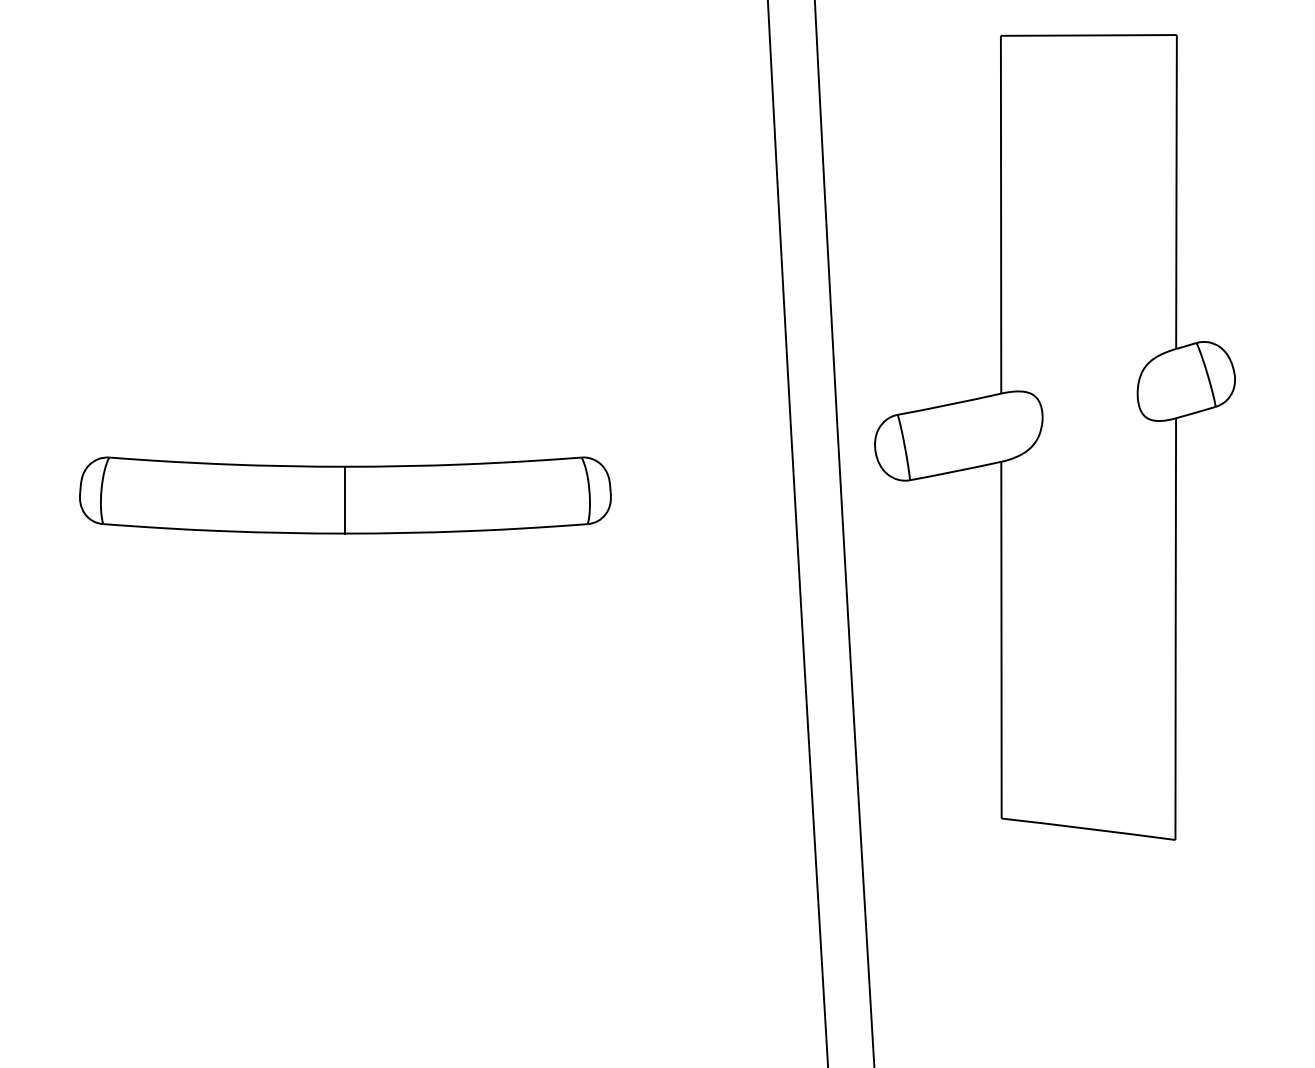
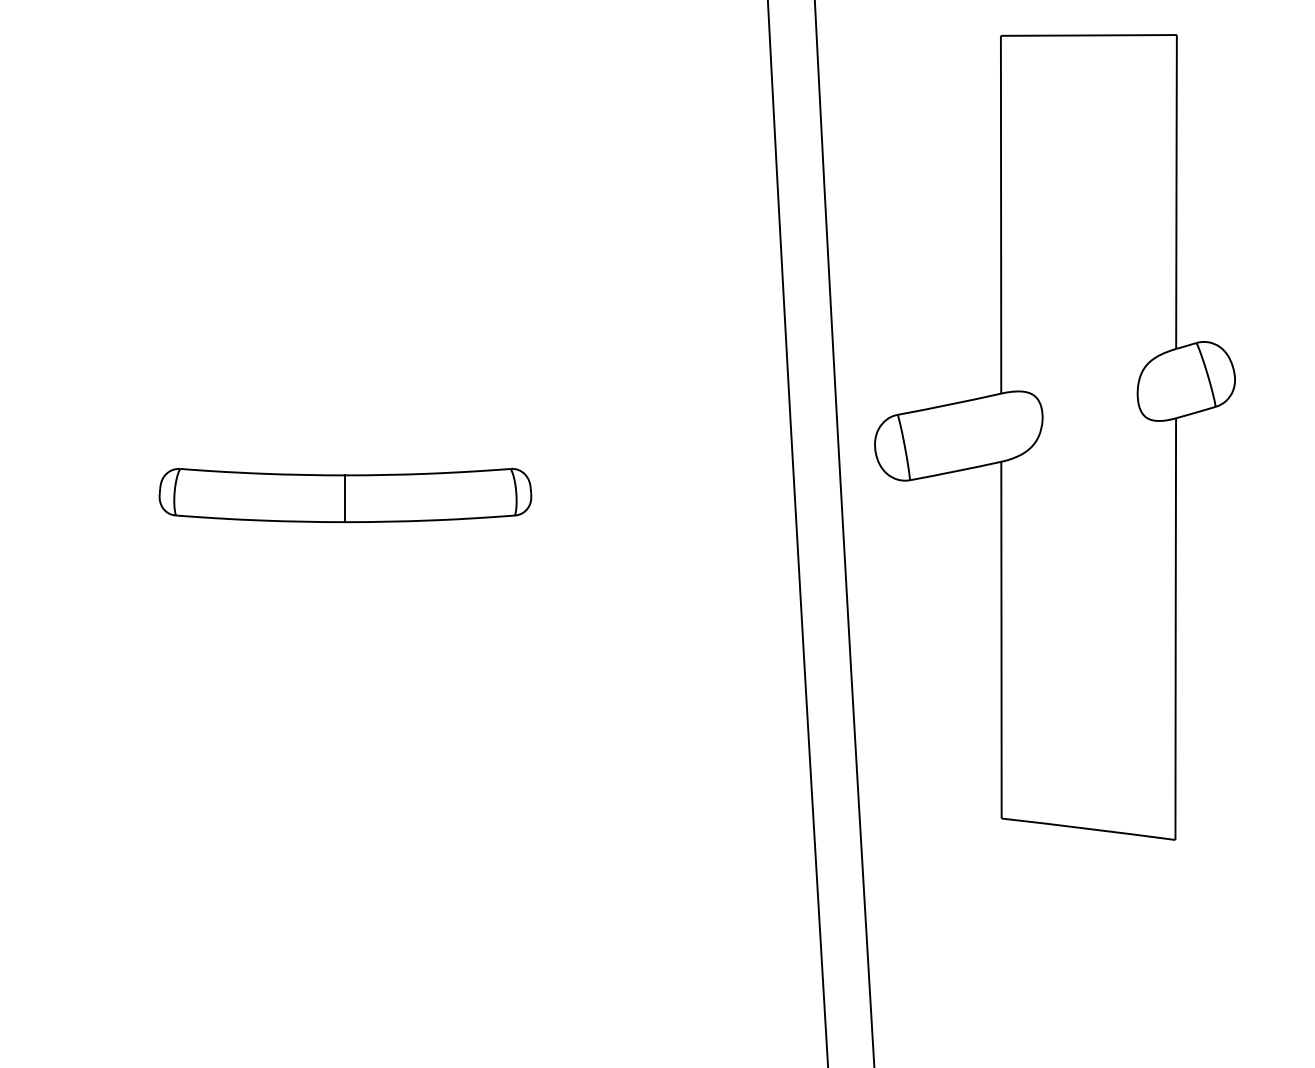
part at (345, 495) size: 533x79 px -> 375x56 px
